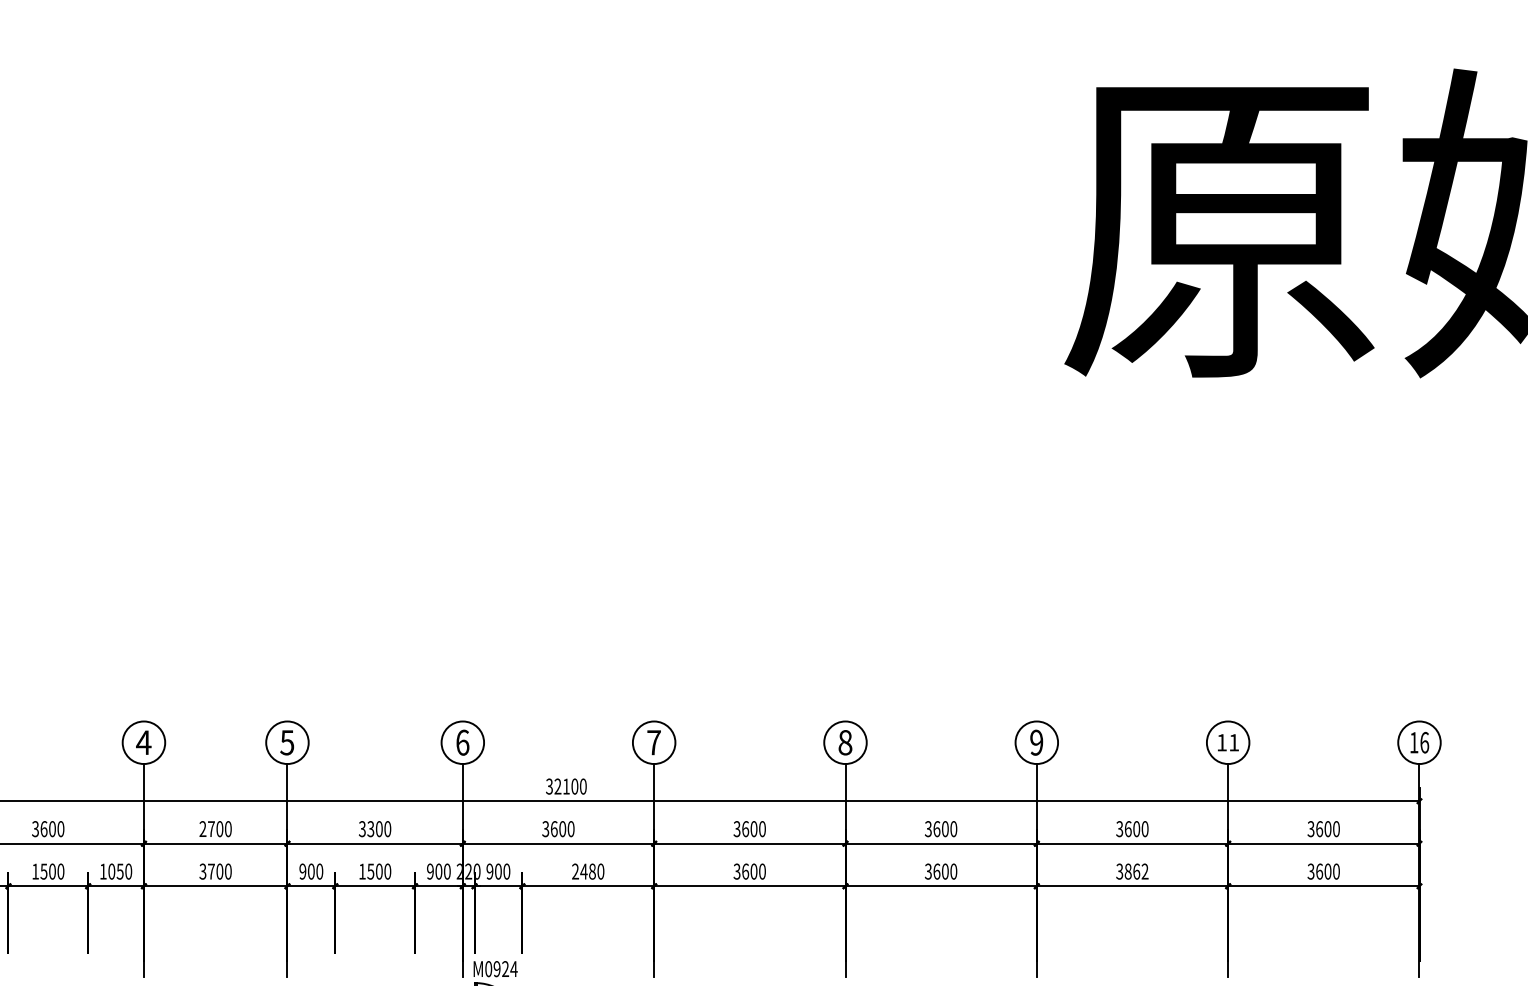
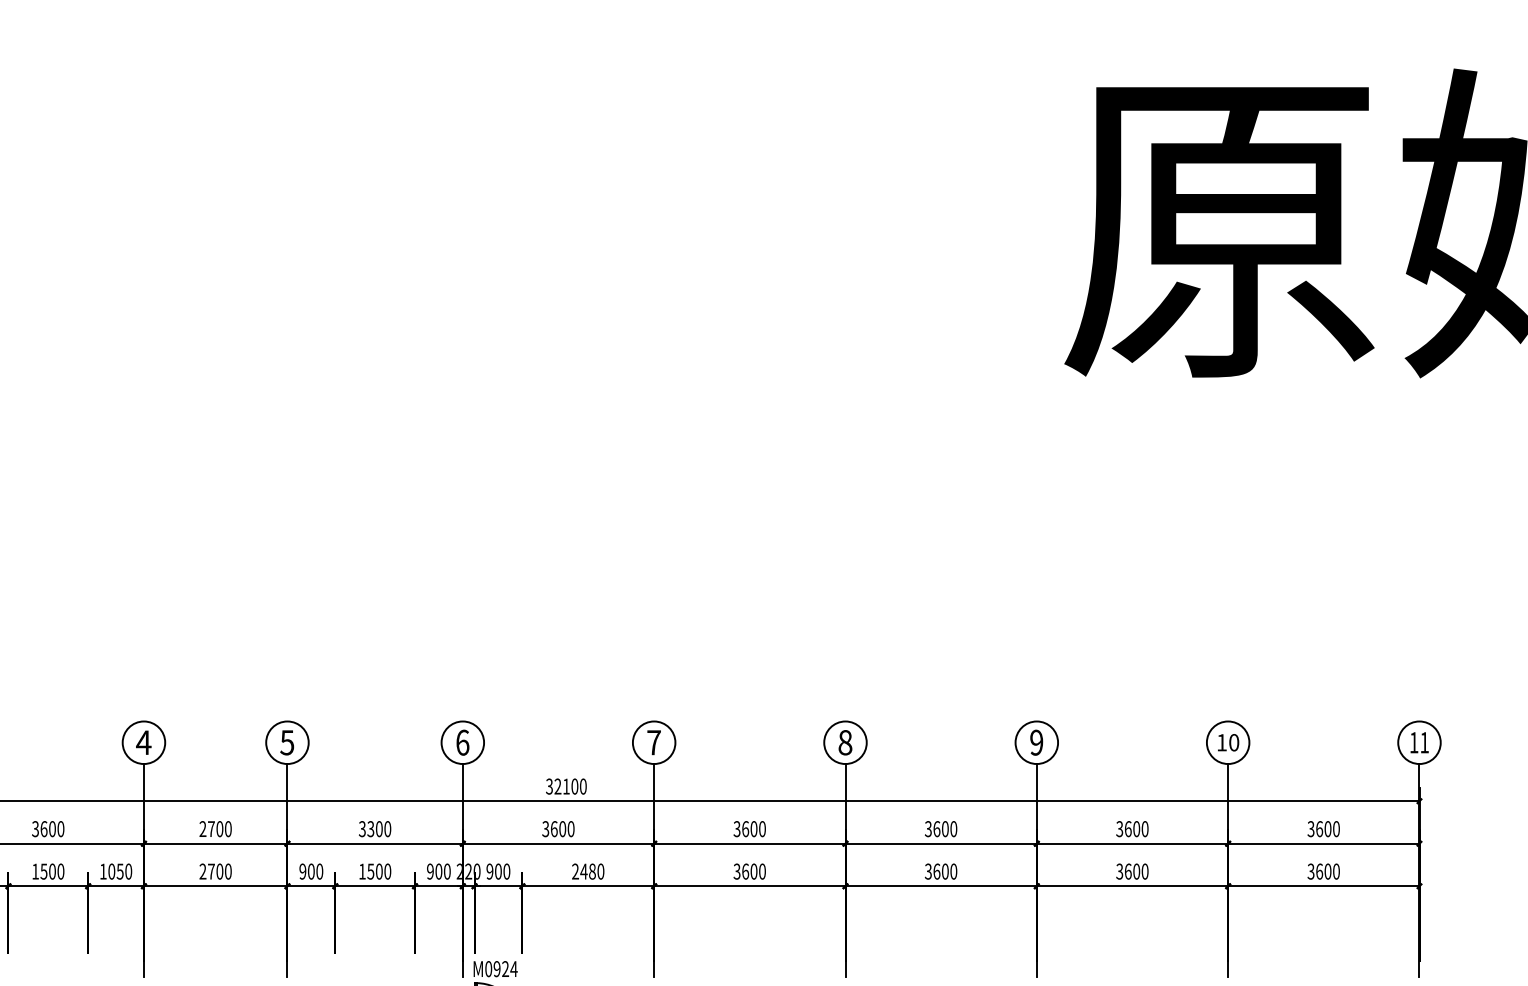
text at (1234, 742): 11 -> 10
text at (1424, 742): 16 -> 11
text at (202, 871): 3700 -> 2700
text at (1136, 871): 3862 -> 3600
